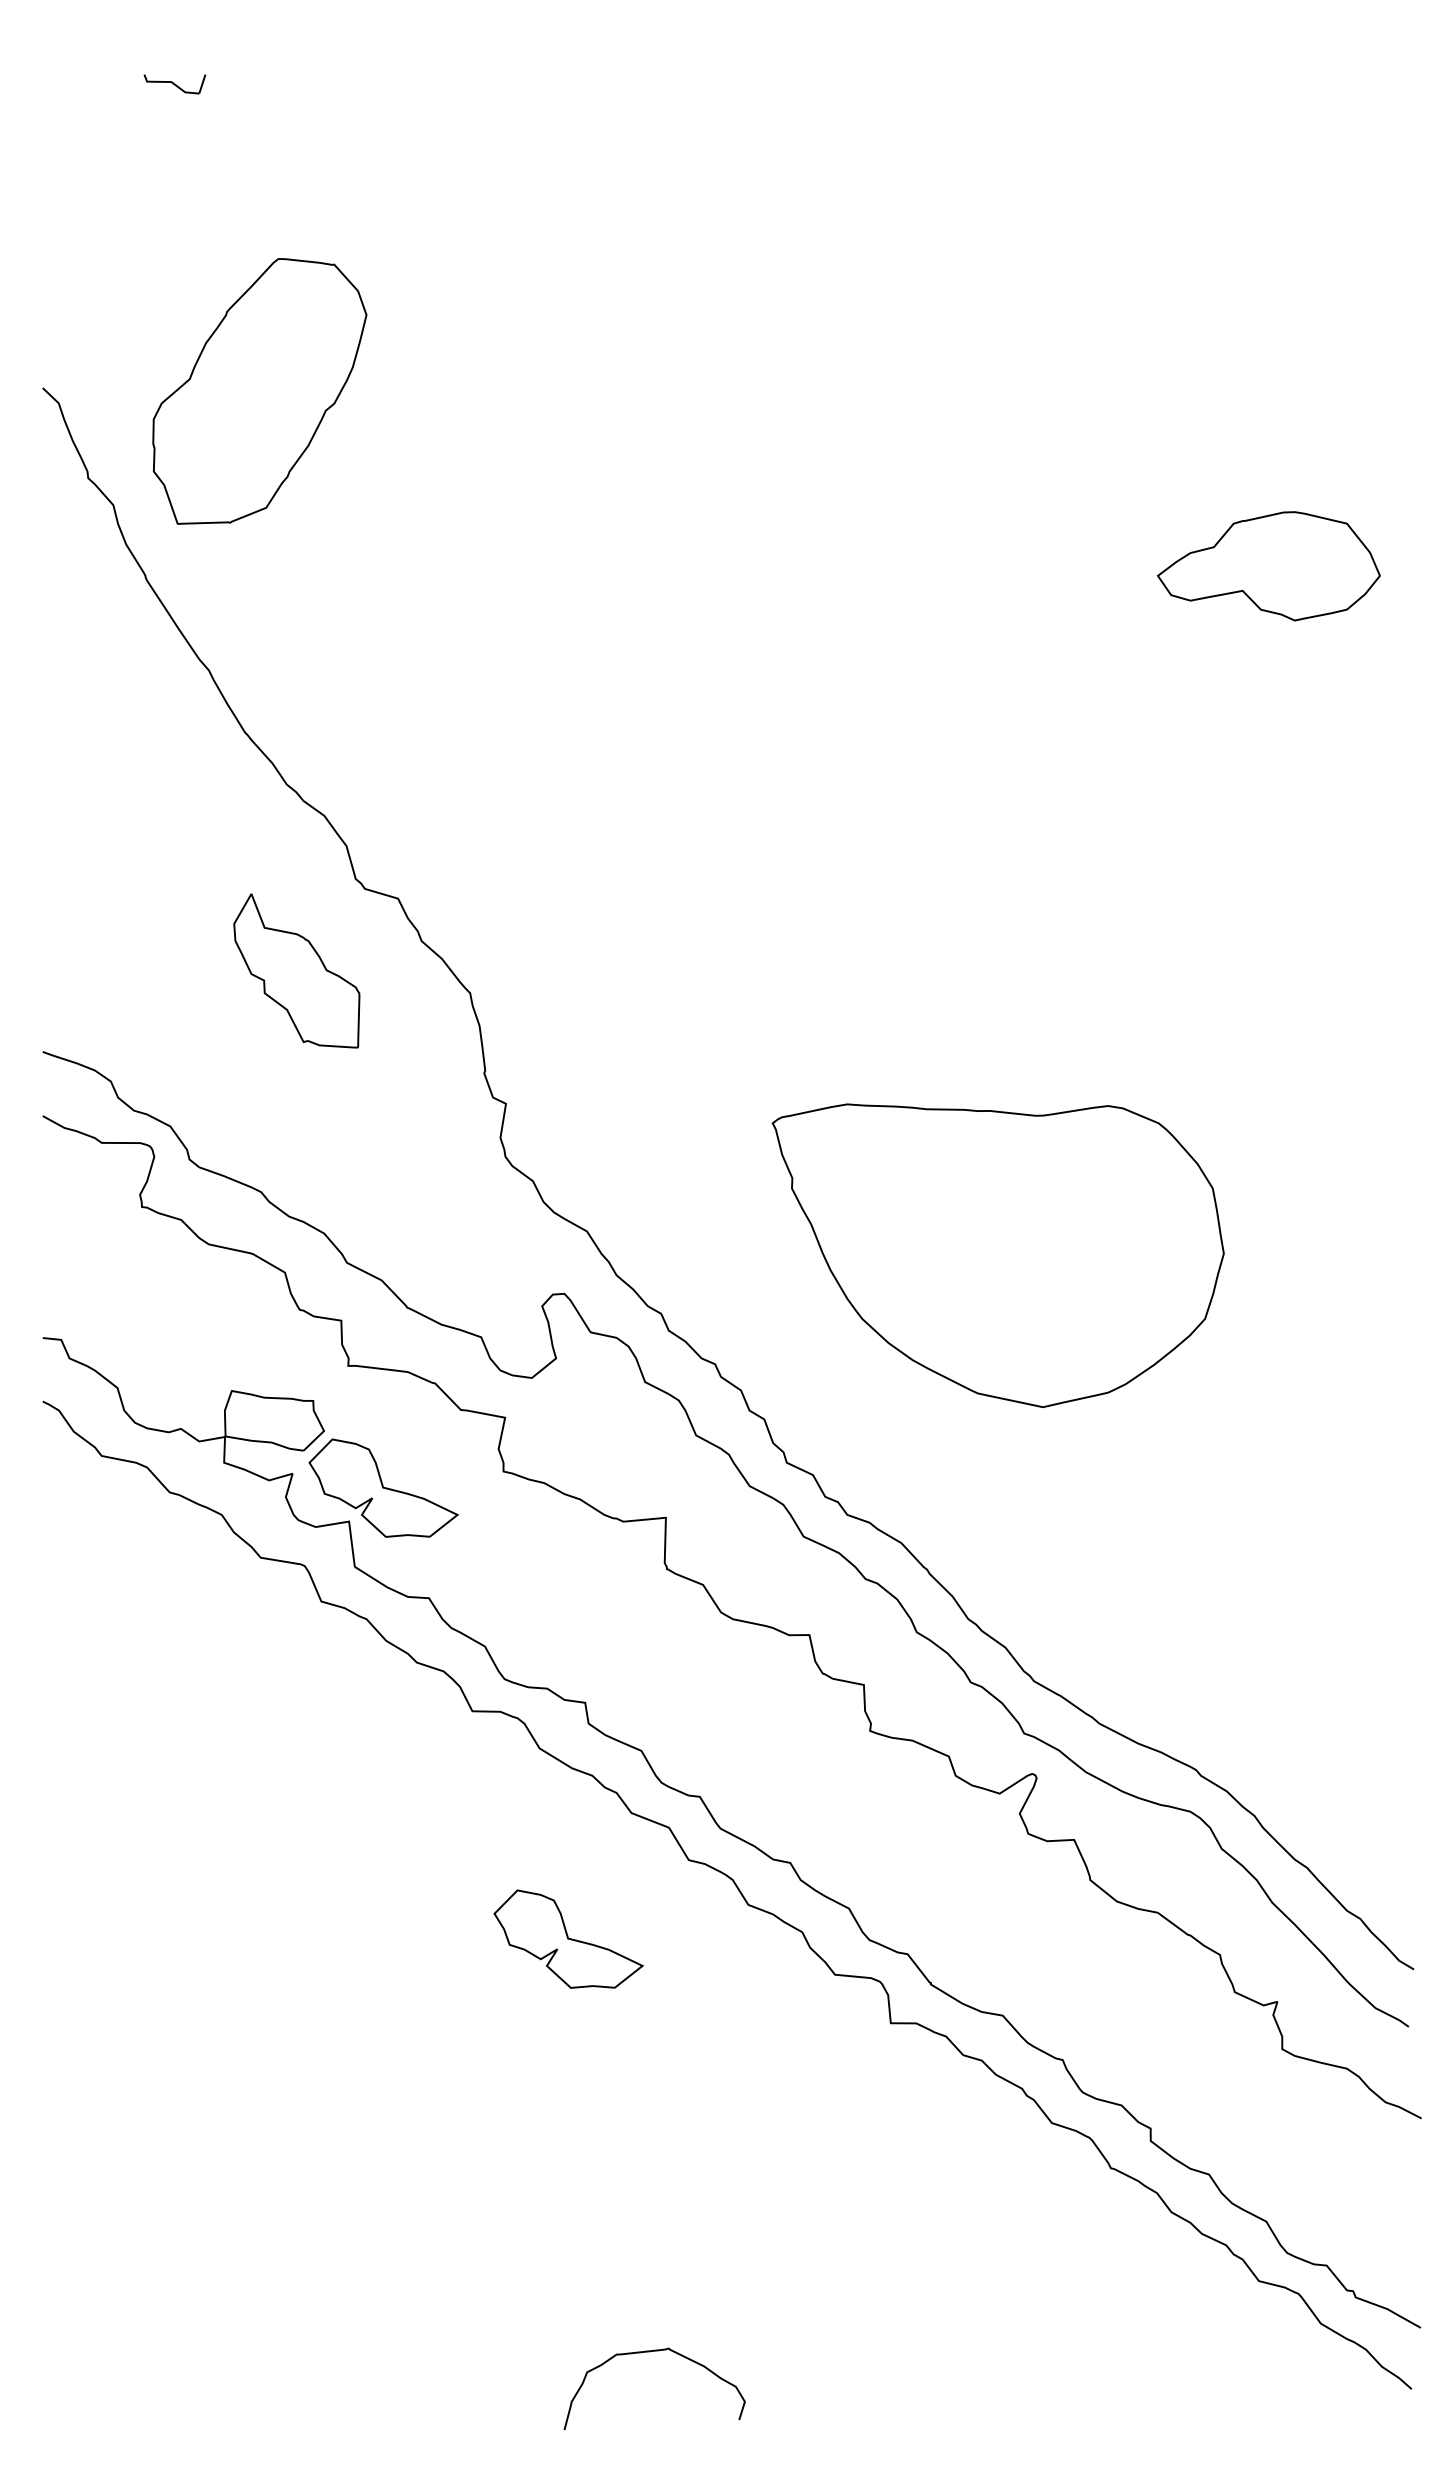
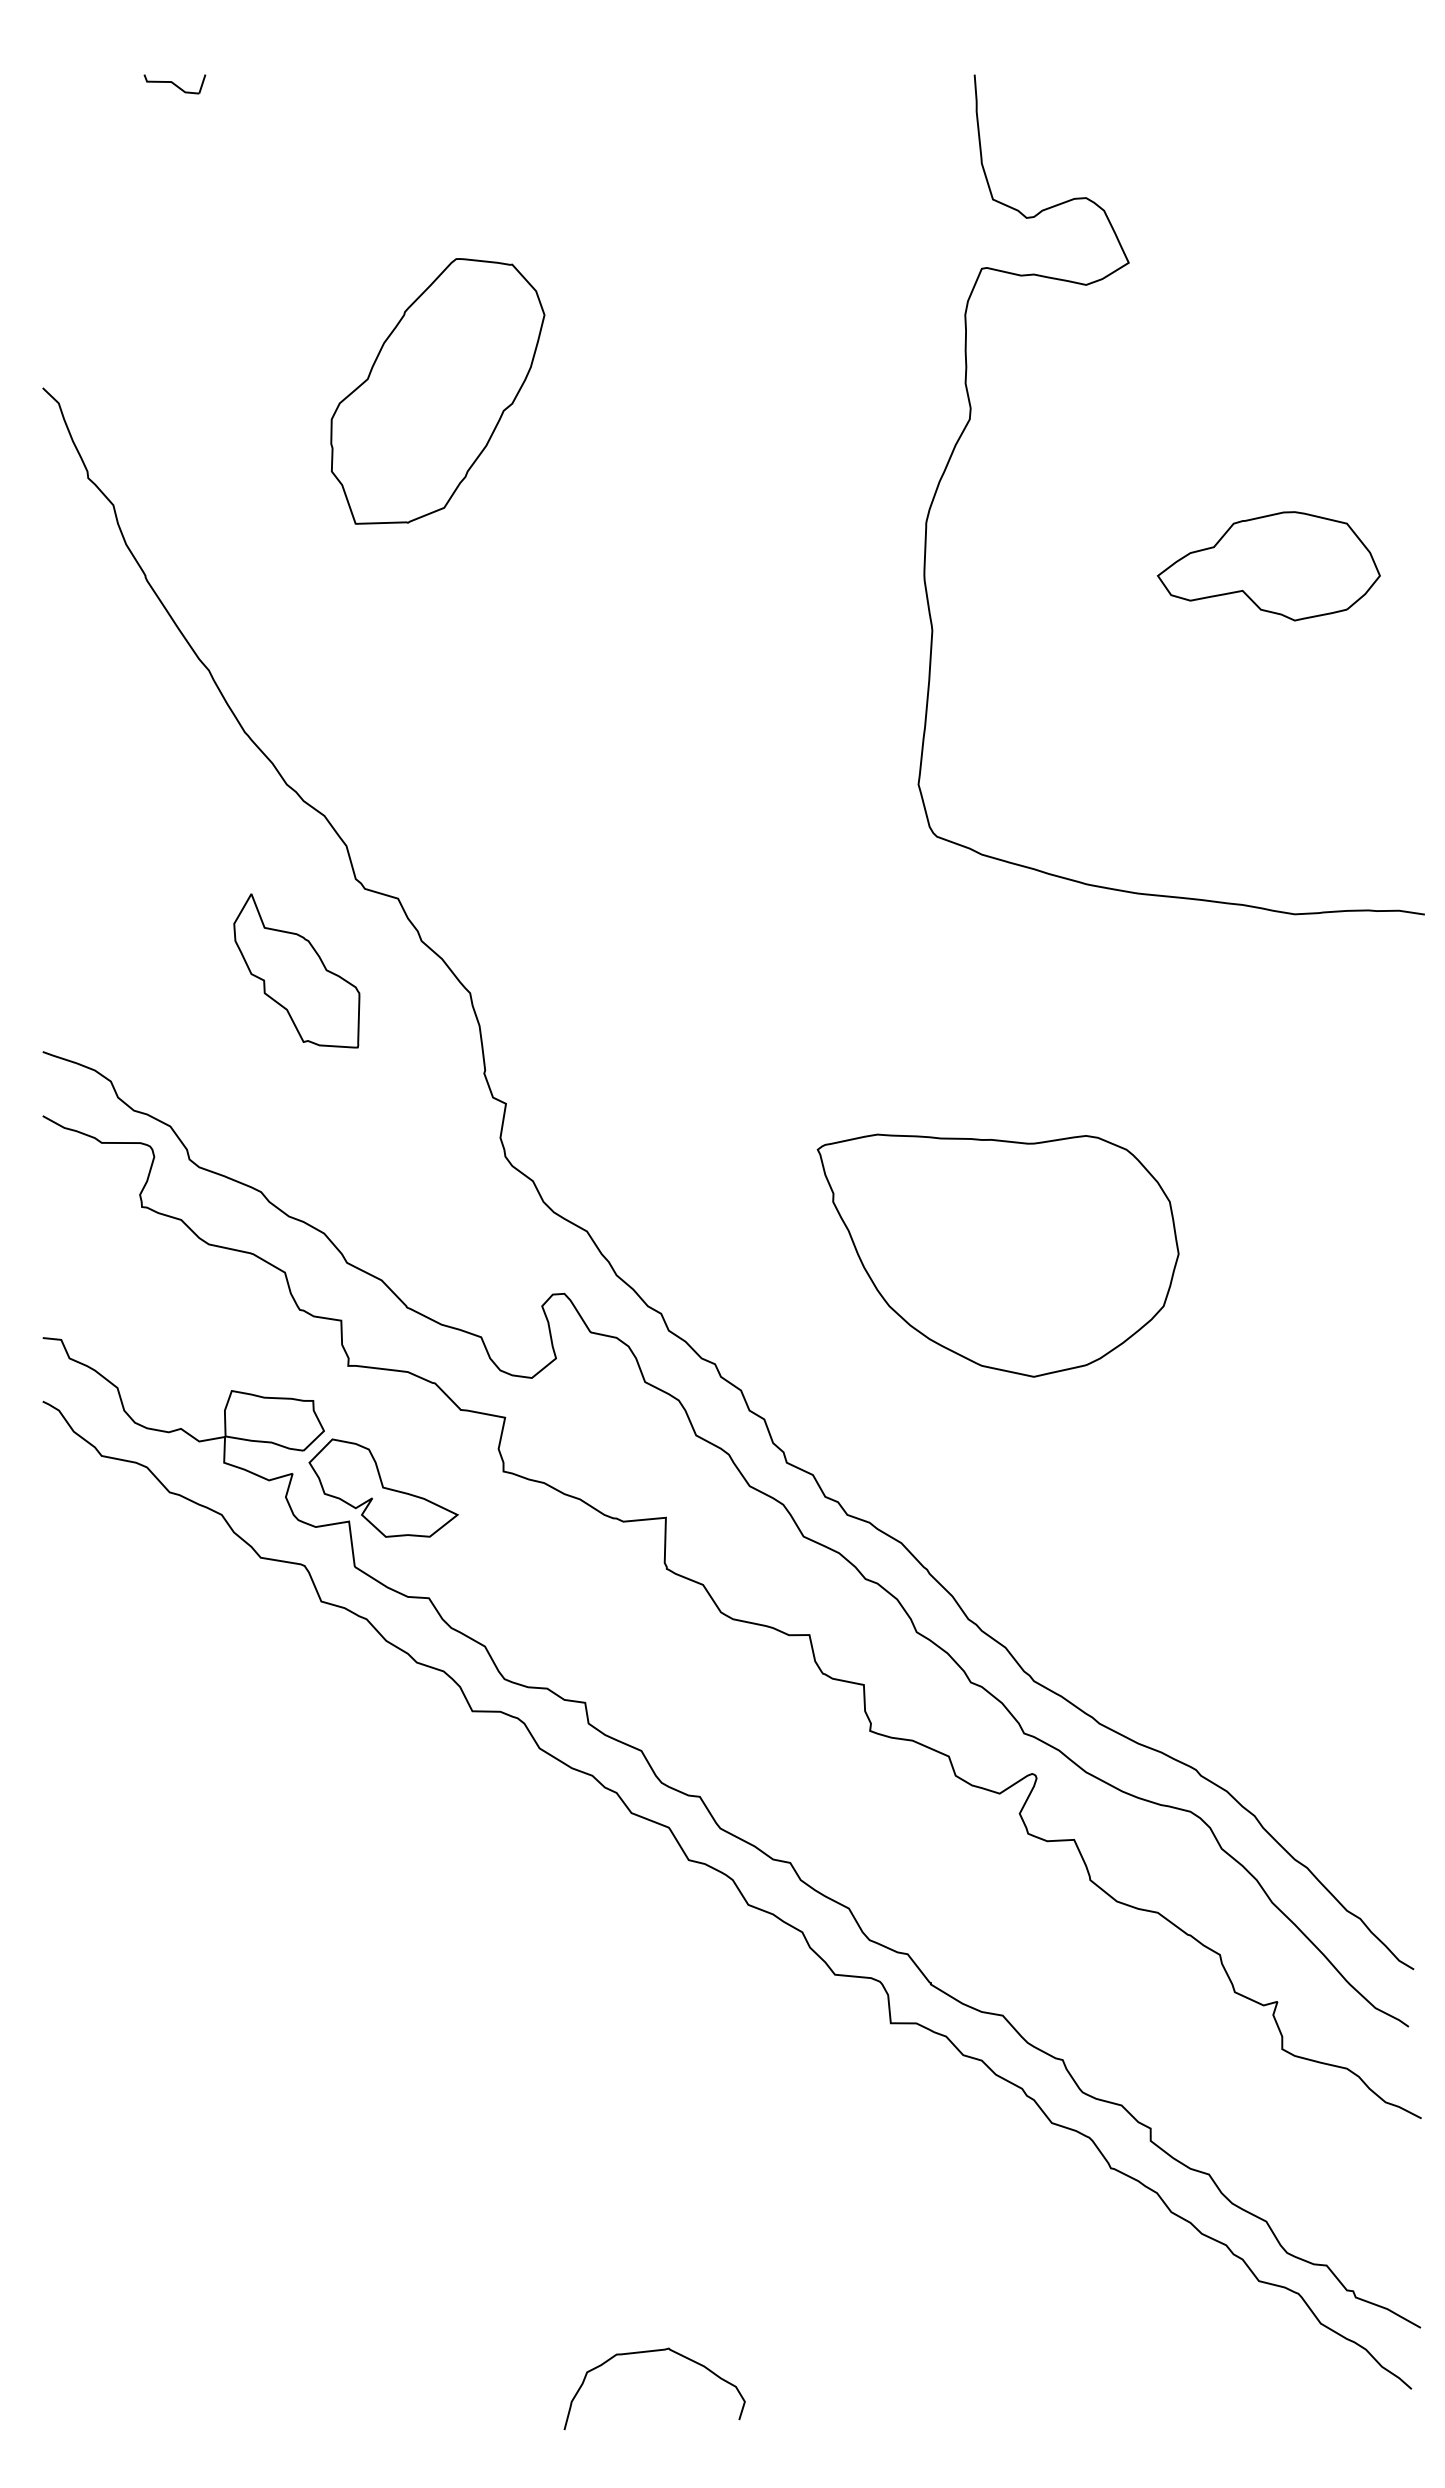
part at (259, 391) position: (259, 391) -> (437, 391)
curve at (970, 420): none -> present
part at (997, 1255) size: 454x305 px -> 364x245 px
part at (568, 1938): present -> none
